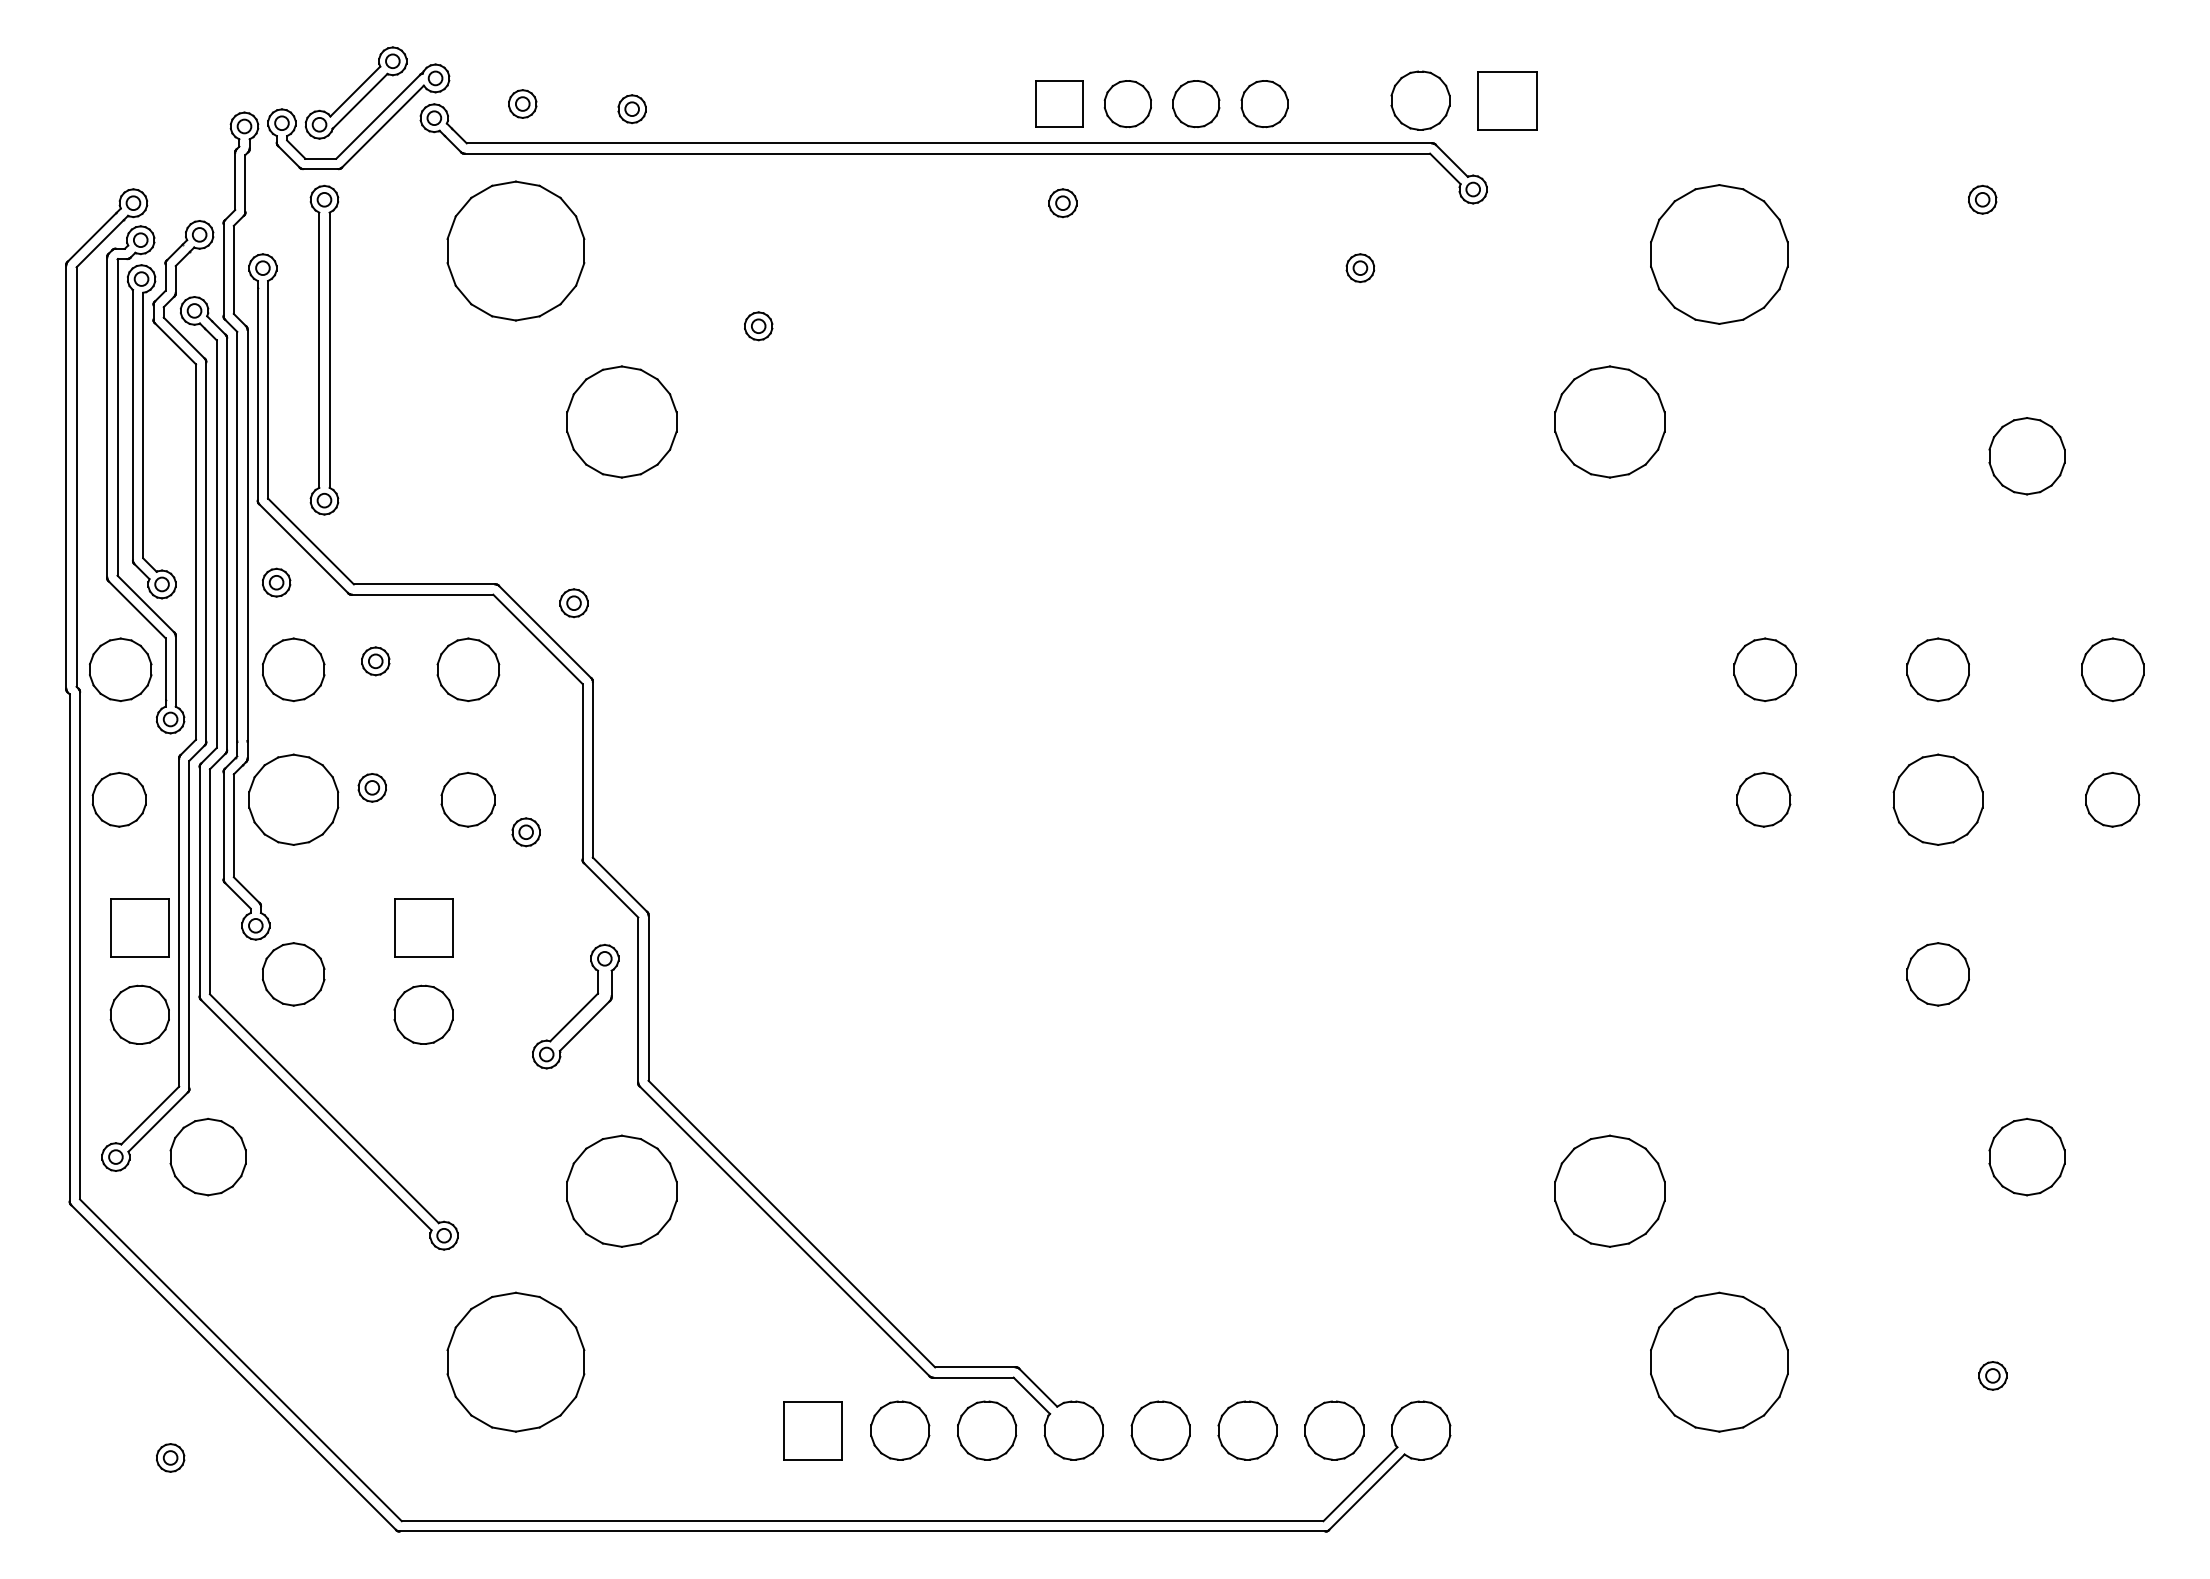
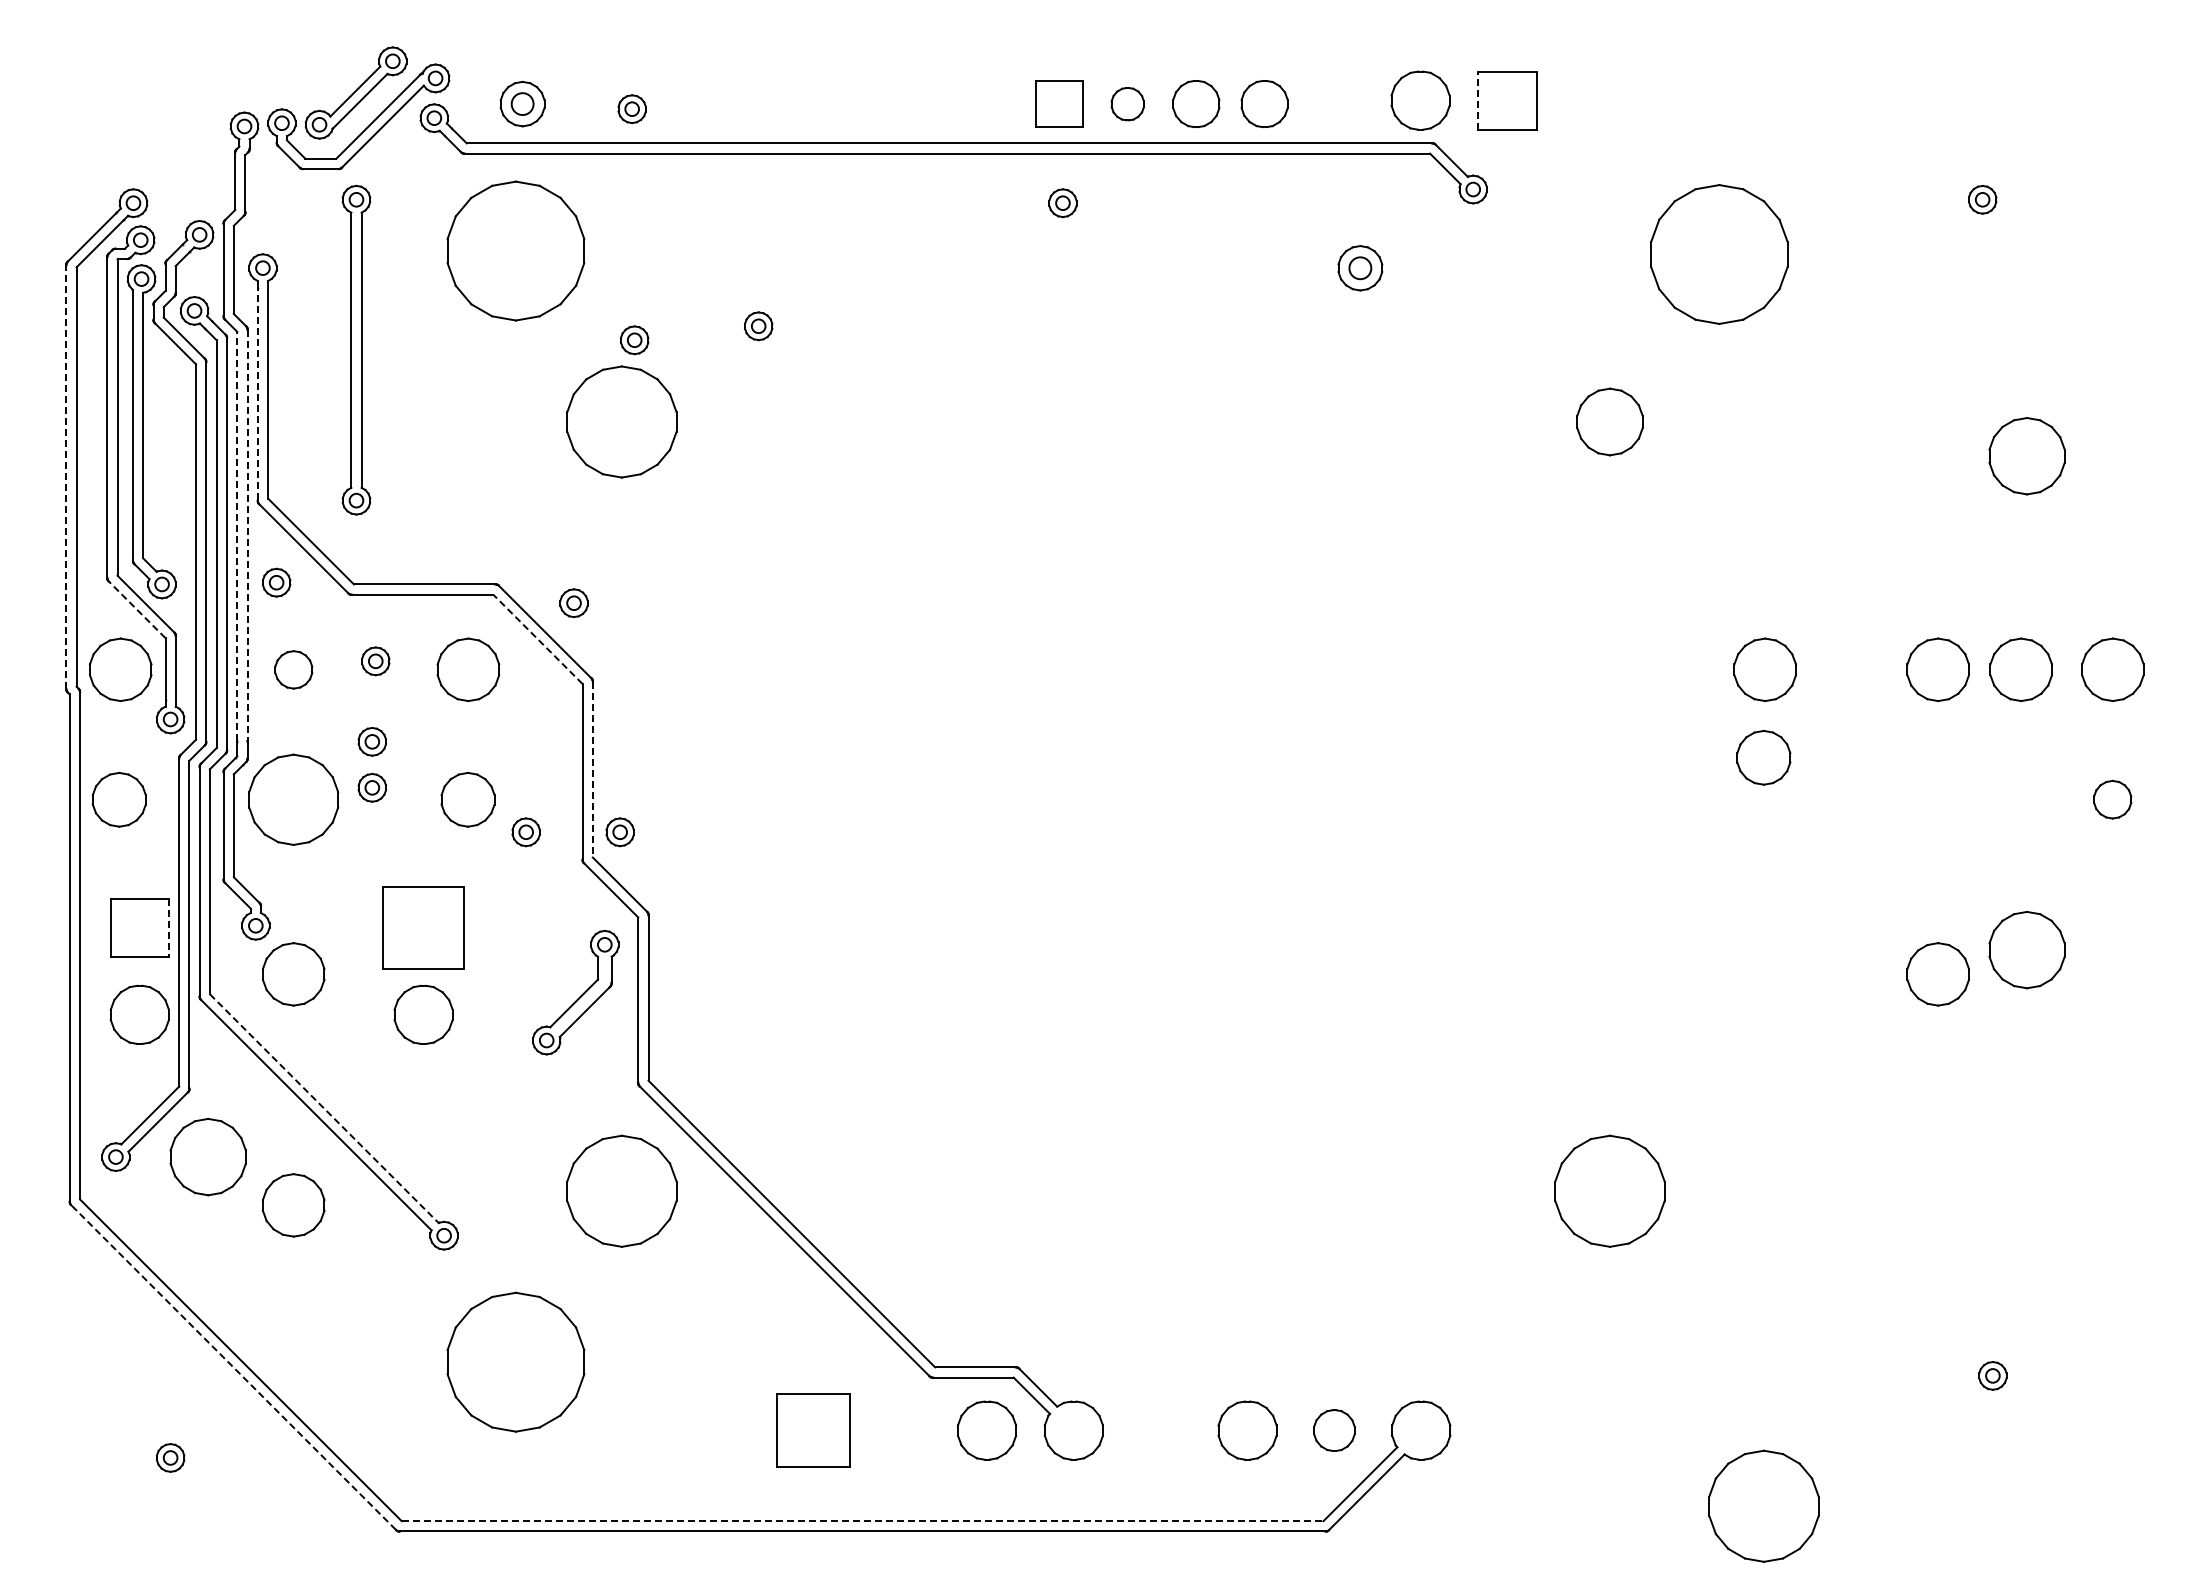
line at (1478, 100): solid -> dashed
part at (522, 103) size: 30x30 px -> 47x48 px
part at (1127, 104) size: 49x49 px -> 35x35 px
part at (1360, 267) size: 31x30 px -> 47x47 px
part at (634, 340): none -> present
part at (324, 349) position: (324, 349) -> (356, 349)
line at (257, 393): solid -> dashed
part at (1609, 421) size: 112x114 px -> 68x70 px
line at (66, 477): solid -> dashed
line at (247, 535): solid -> dashed
line at (237, 536): solid -> dashed
line at (137, 609): solid -> dashed
line at (537, 638): solid -> dashed
part at (293, 669) size: 64x66 px -> 40x40 px
part at (2020, 669): none -> present
part at (371, 741): none -> present
line at (592, 769): solid -> dashed
part at (1763, 799) position: (1763, 799) -> (1763, 757)
part at (1937, 799): present -> none
part at (2112, 799) size: 56x57 px -> 40x41 px
part at (619, 832): none -> present
part at (423, 927) size: 60x60 px -> 83x84 px
line at (168, 928): solid -> dashed
part at (575, 1006) position: (575, 1006) -> (575, 992)
line at (324, 1108): solid -> dashed
part at (2026, 1156) position: (2026, 1156) -> (2026, 949)
part at (293, 1205): none -> present
part at (1719, 1361): present -> none
line at (233, 1367): solid -> dashed
part at (812, 1430) size: 60x60 px -> 75x75 px
part at (900, 1430): present -> none
part at (1160, 1430): present -> none
part at (1334, 1430) size: 61x61 px -> 43x43 px
part at (1763, 1505): none -> present
line at (862, 1521): solid -> dashed
